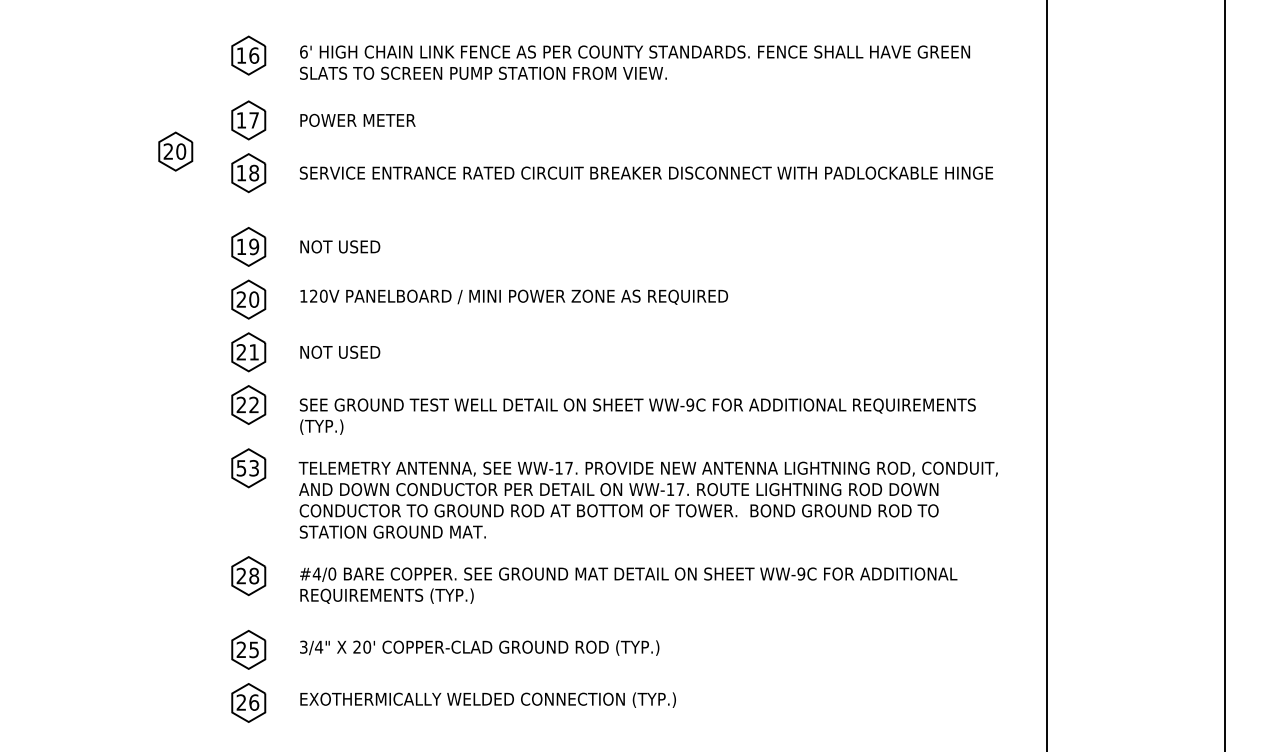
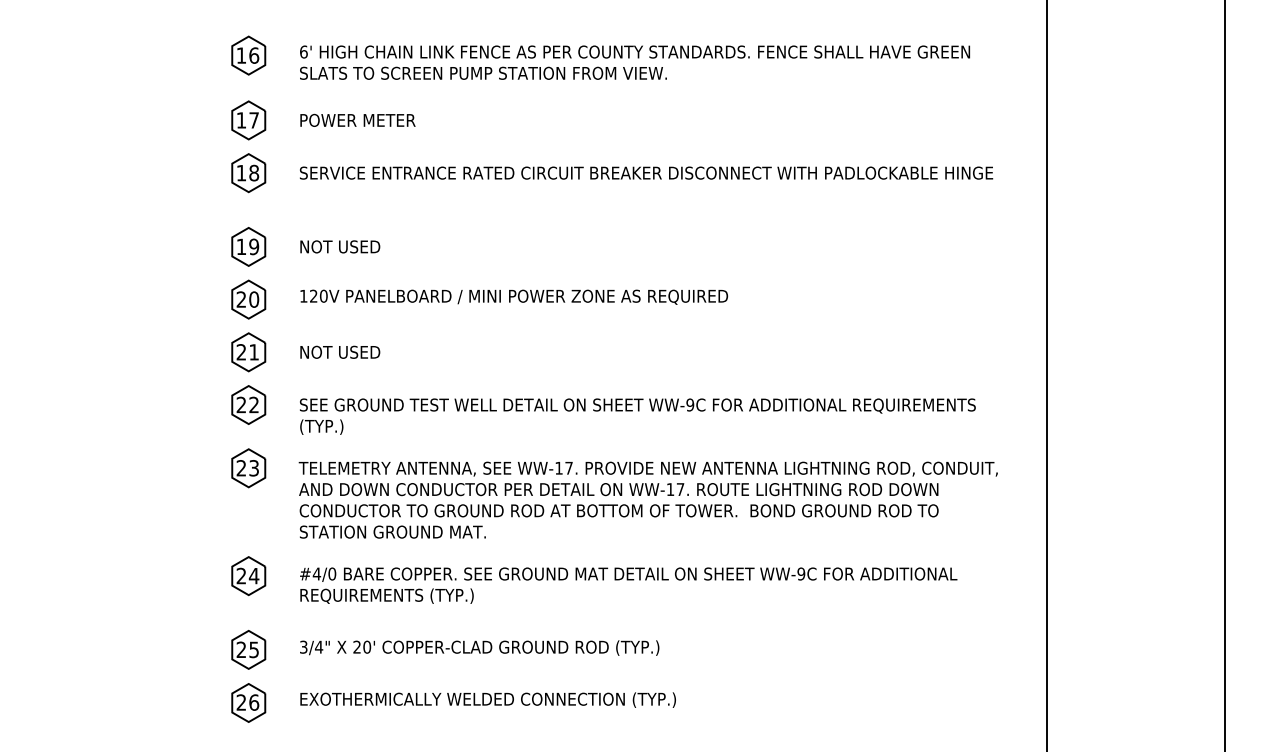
part at (175, 151): present -> none
text at (241, 468): 53 -> 23
text at (253, 575): 28 -> 24
